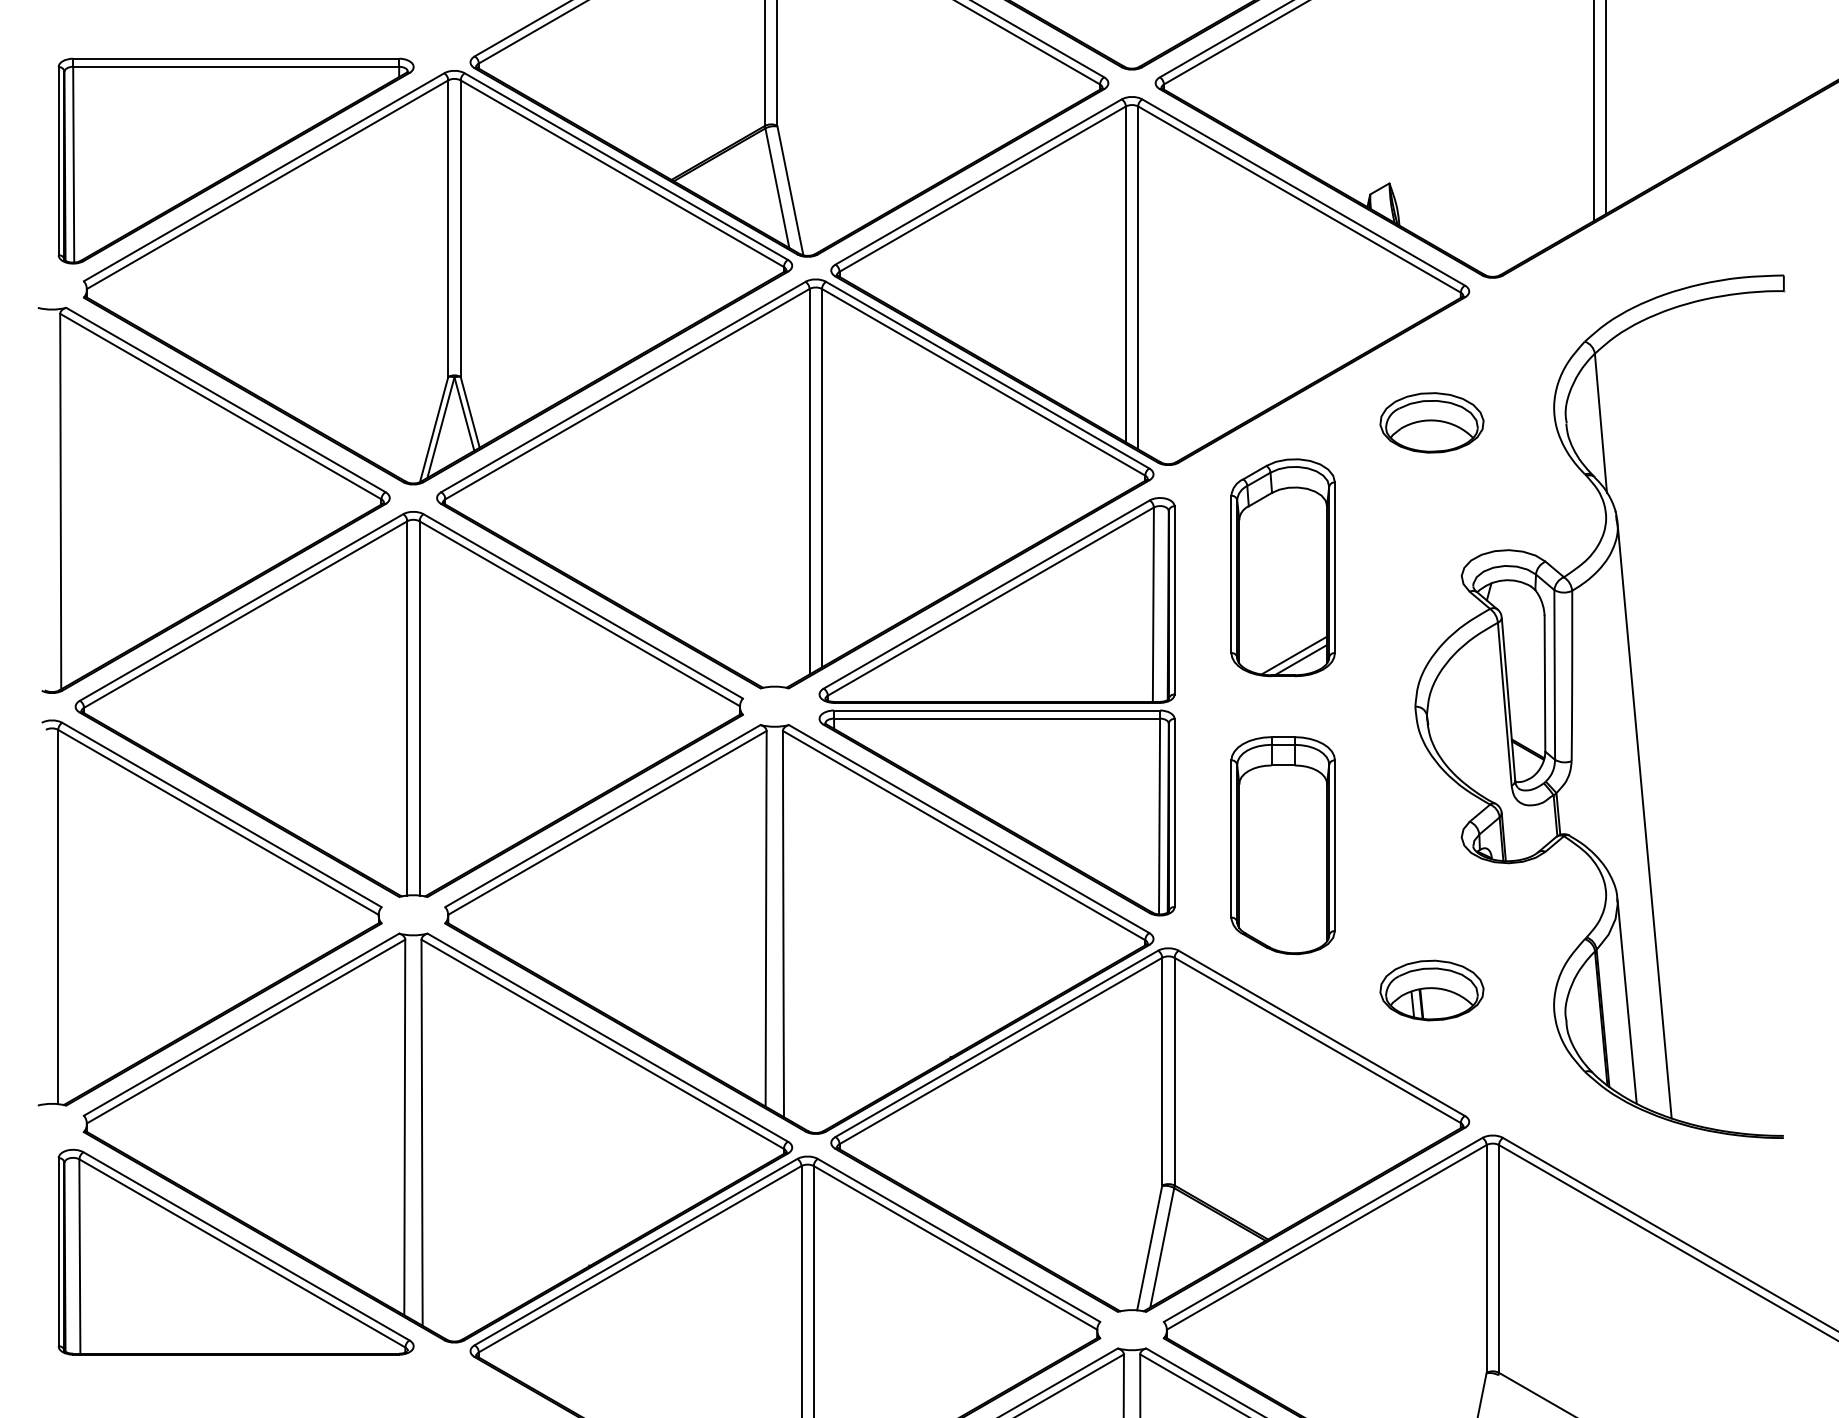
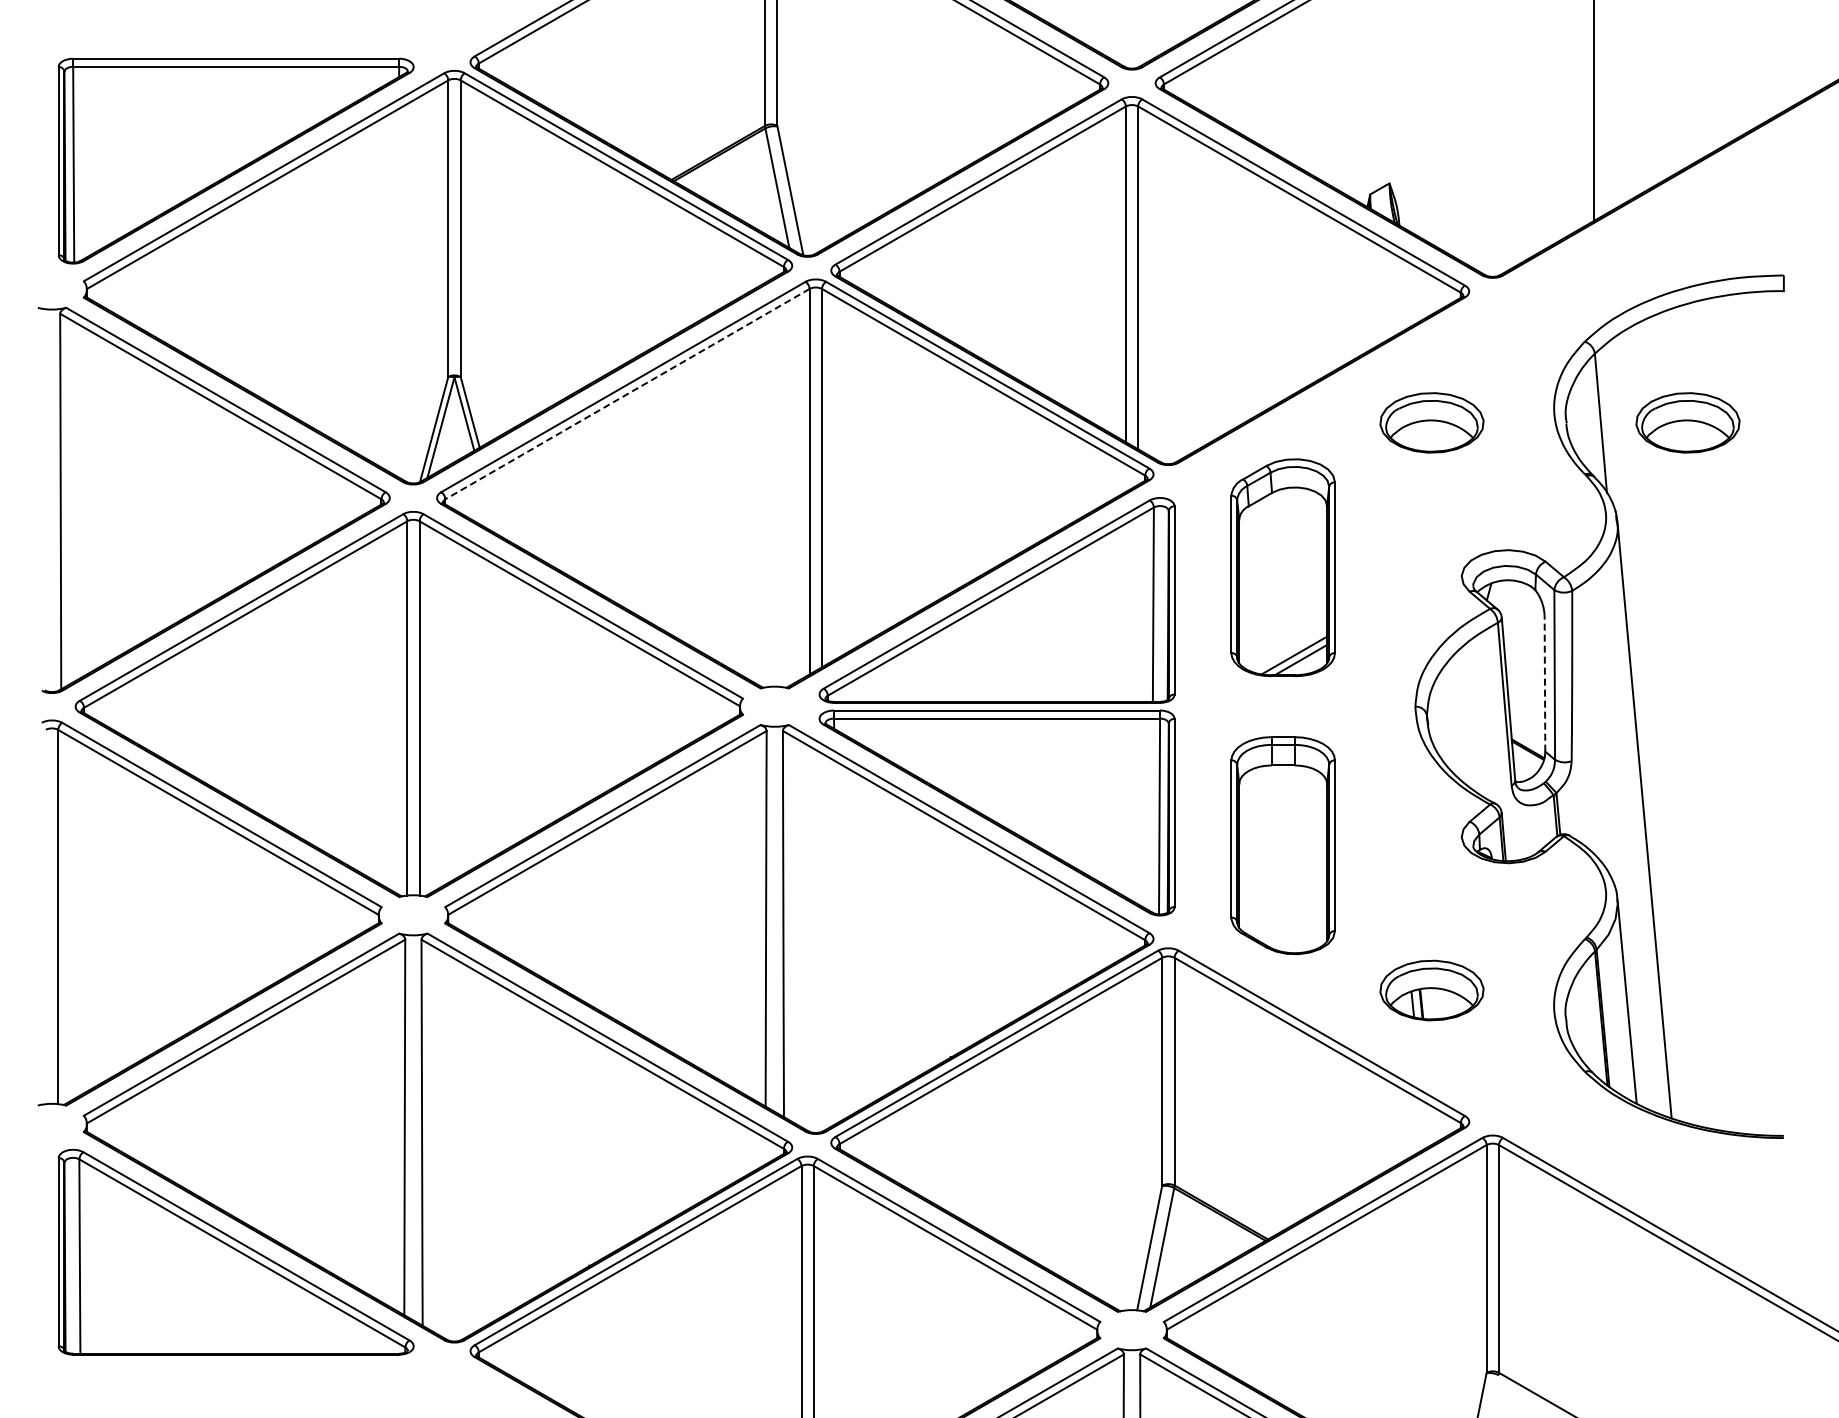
line at (1606, 107): present -> none
line at (627, 394): solid -> dashed
part at (1687, 422): none -> present
line at (1544, 683): solid -> dashed
